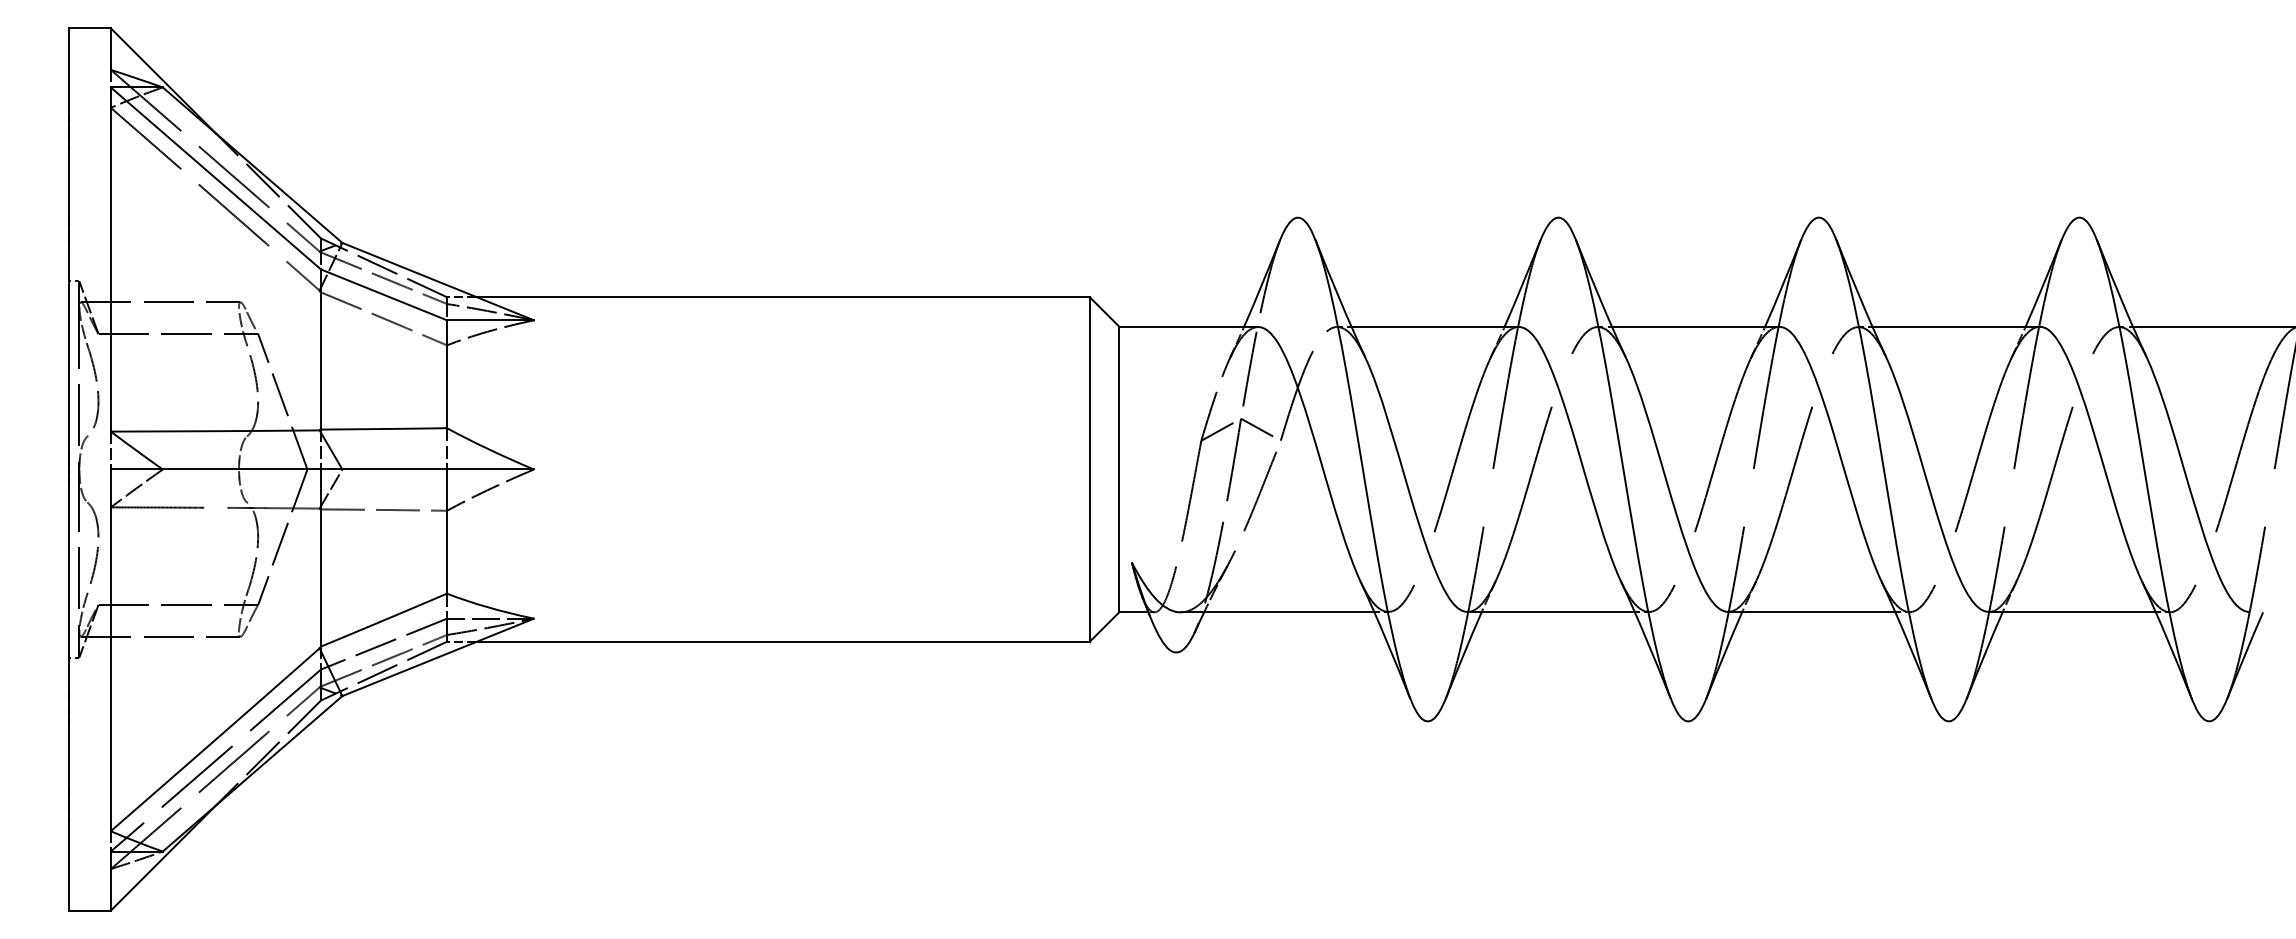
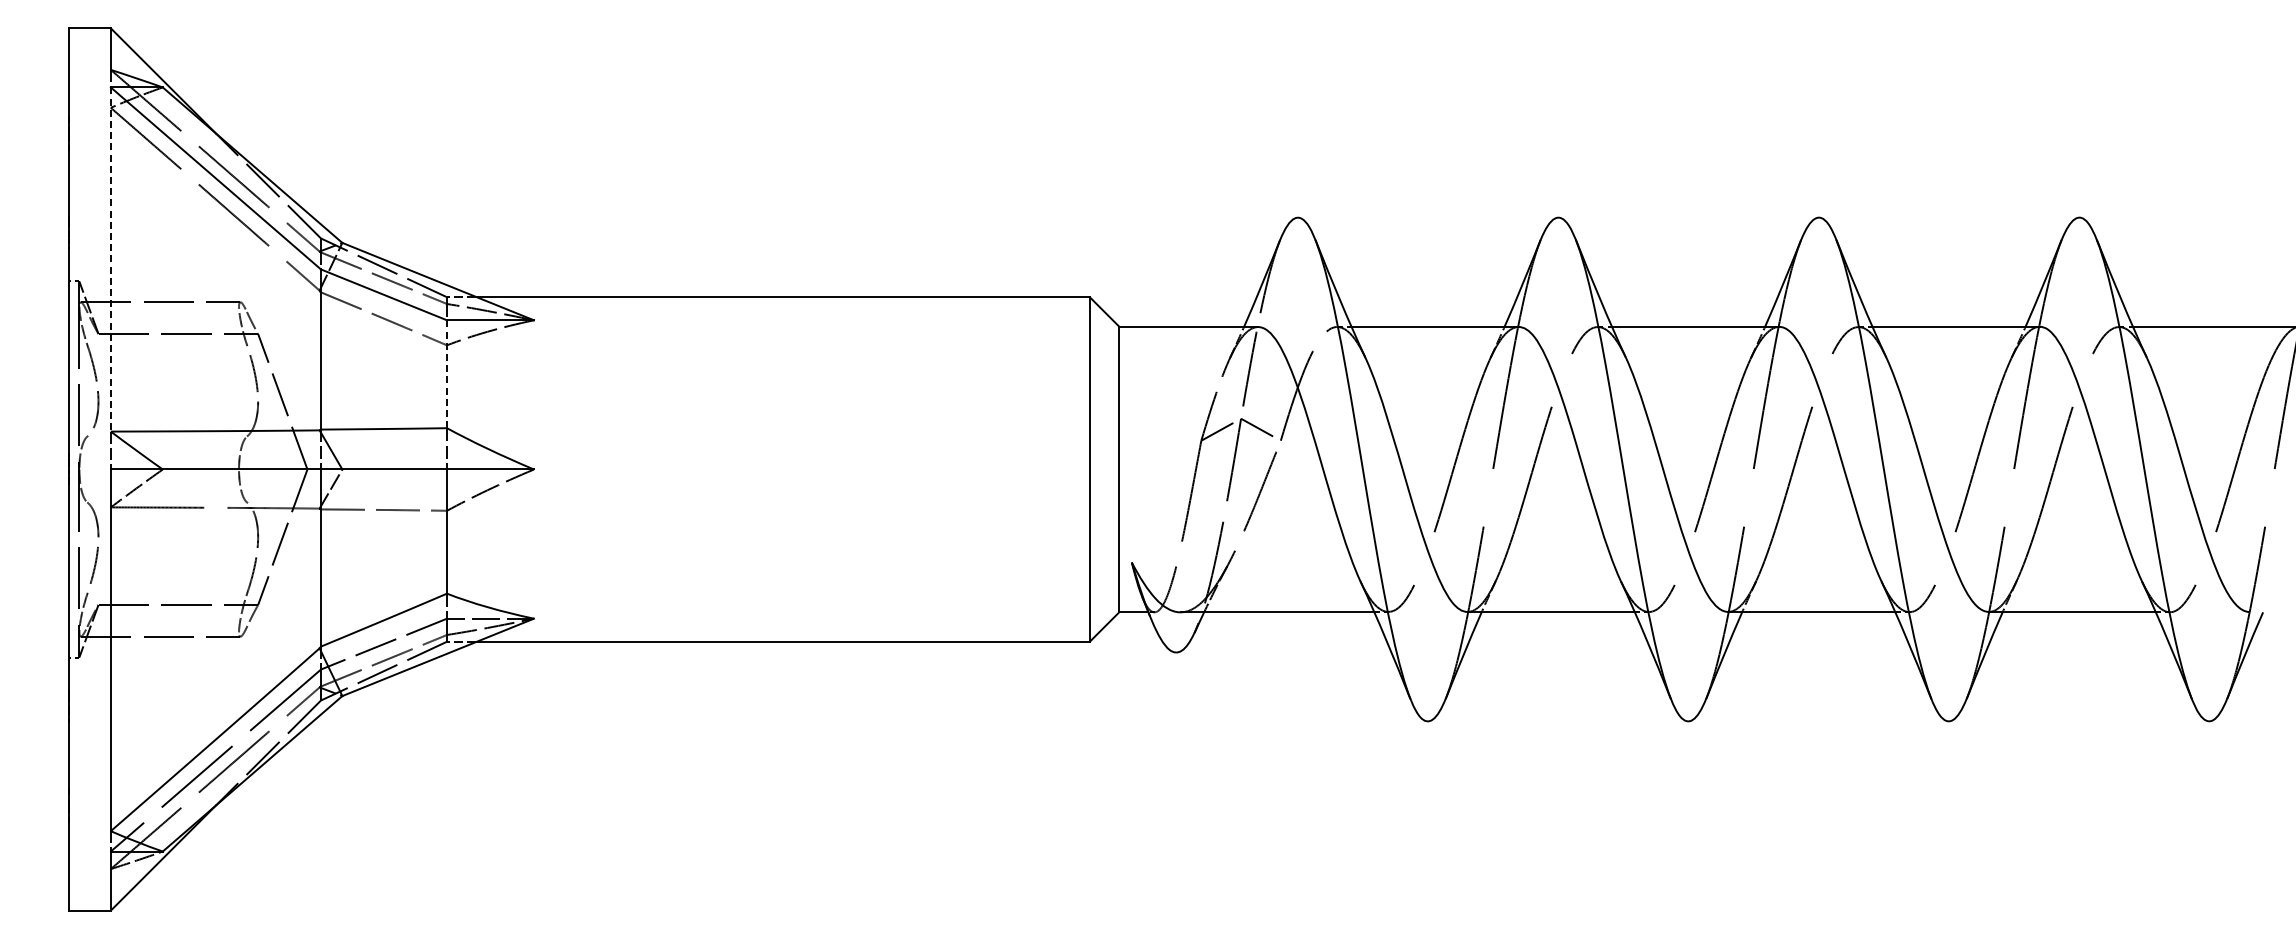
line at (110, 260): solid -> dashed
line at (447, 374): solid -> dashed
